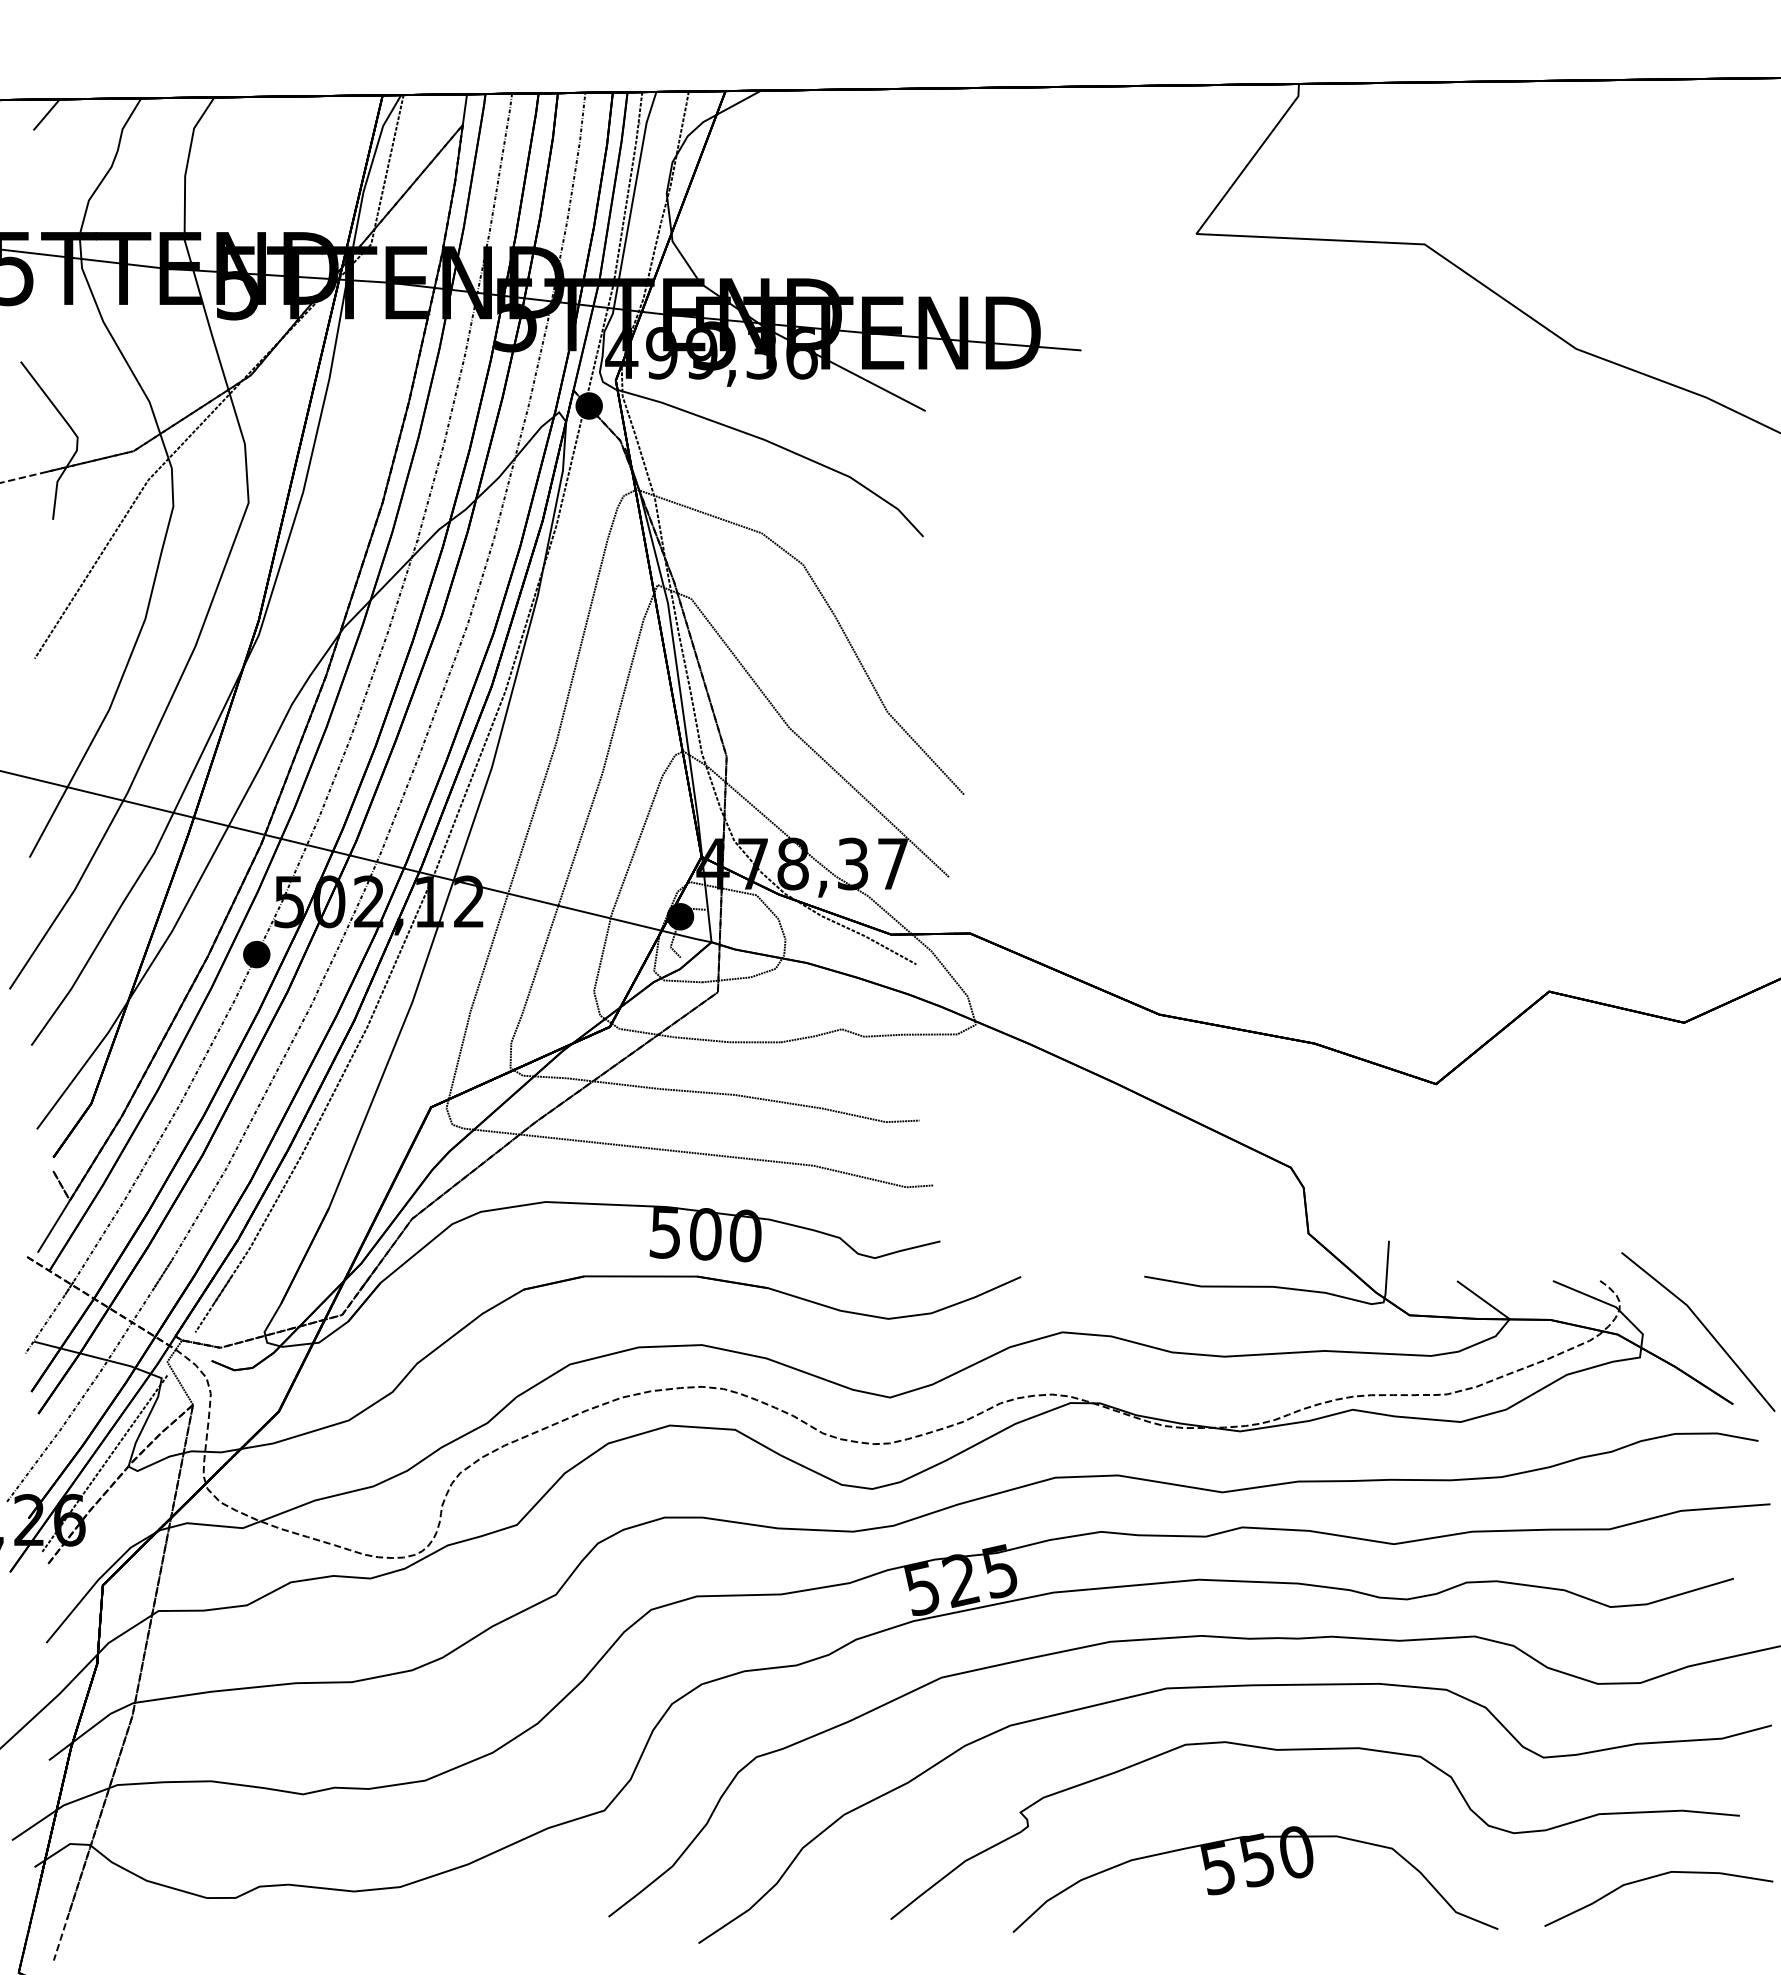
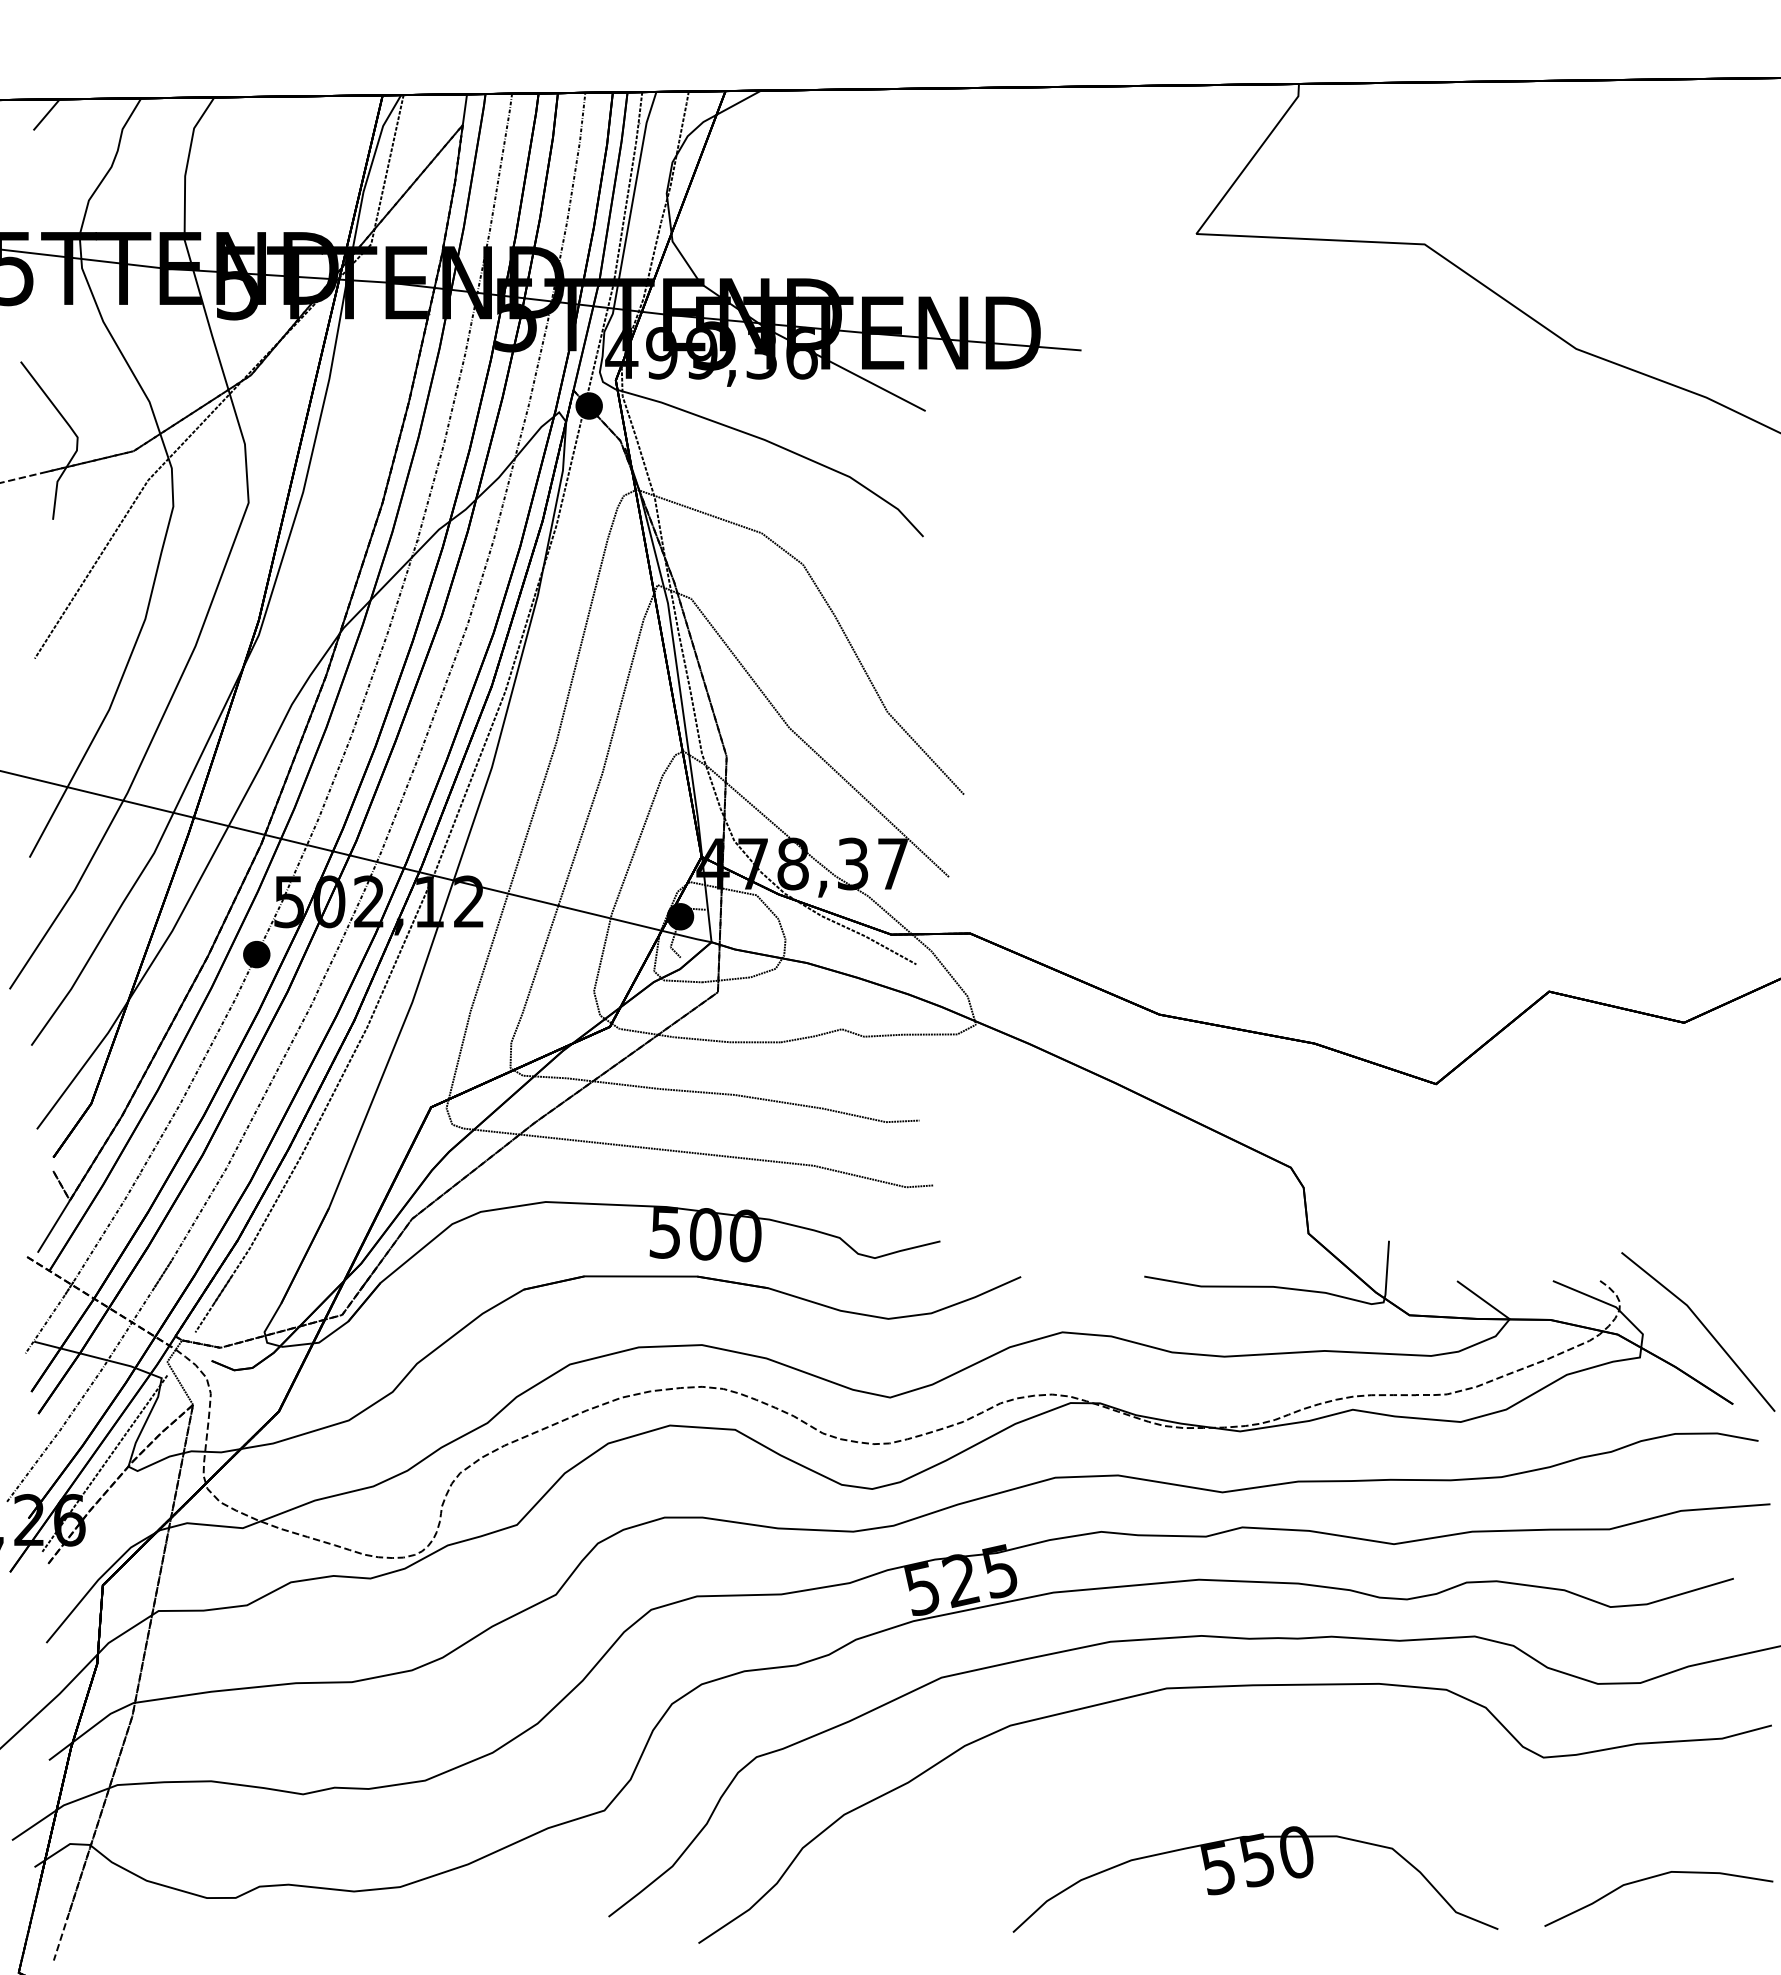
curve at (1311, 1750): present -> none
